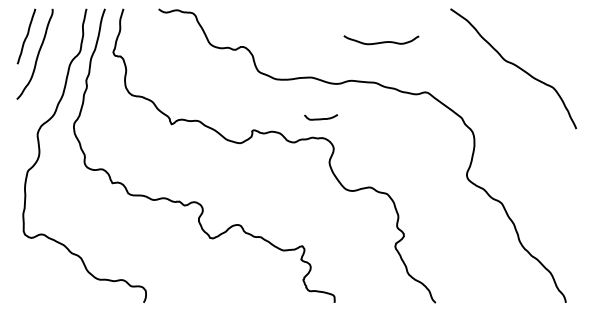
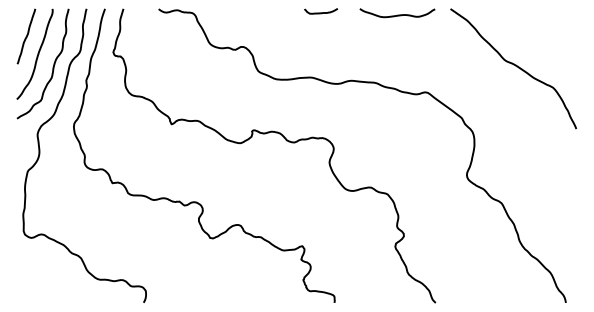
curve at (381, 41) position: (381, 41) -> (397, 14)
curve at (52, 67): none -> present
curve at (321, 118) position: (321, 118) -> (321, 12)
